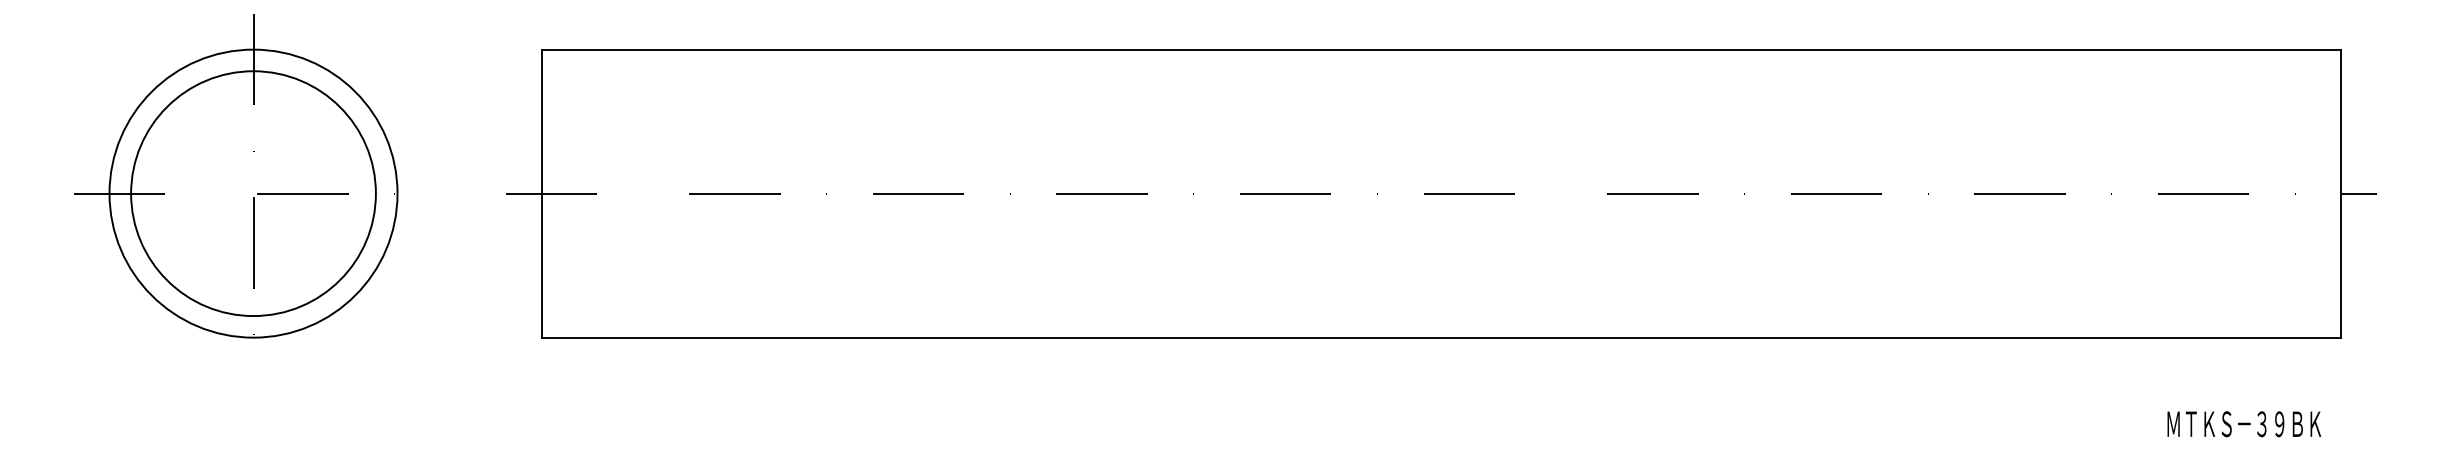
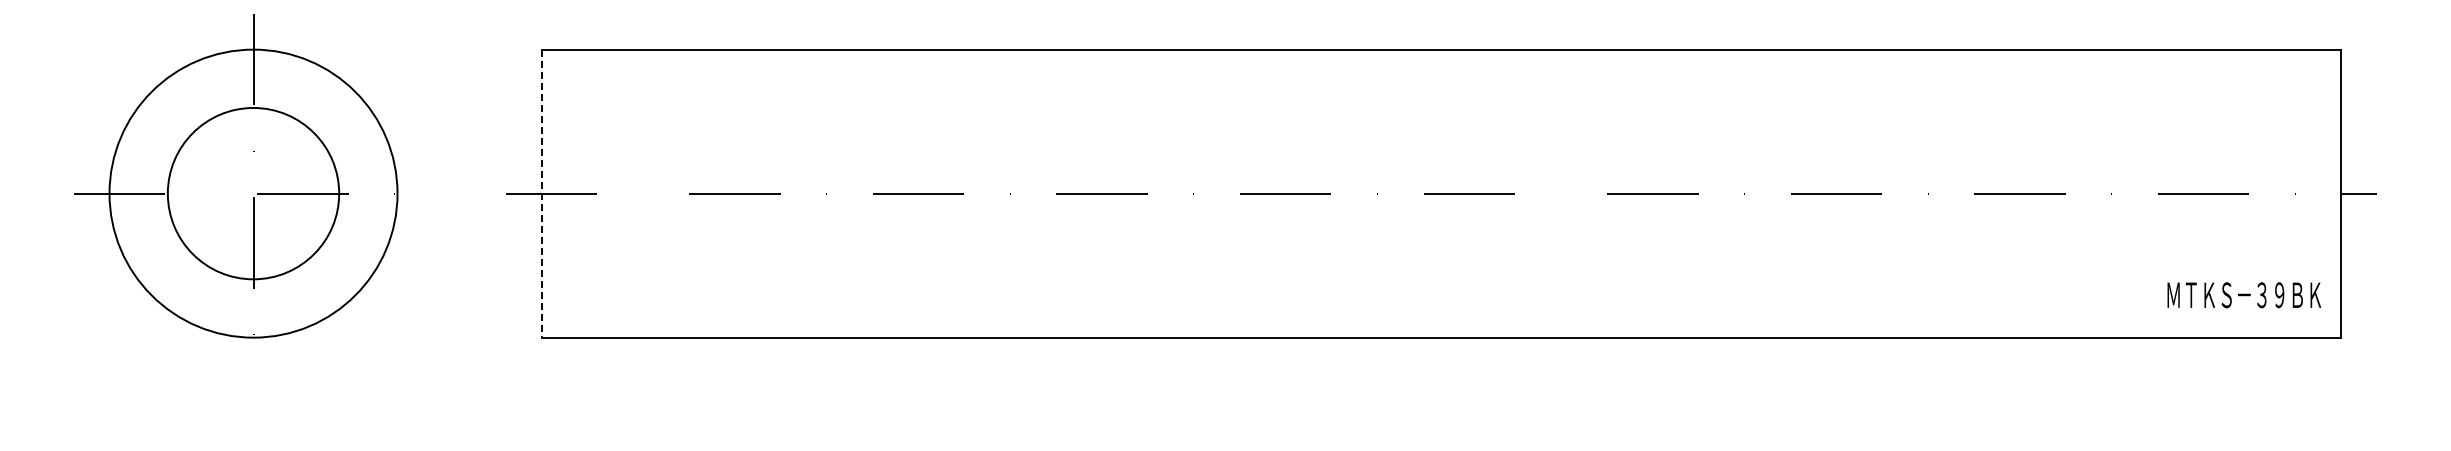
circle at (253, 193) diameter: 245 px -> 171 px
line at (541, 193): solid -> dashed
text at (2244, 424) position: (2244, 424) -> (2244, 295)
